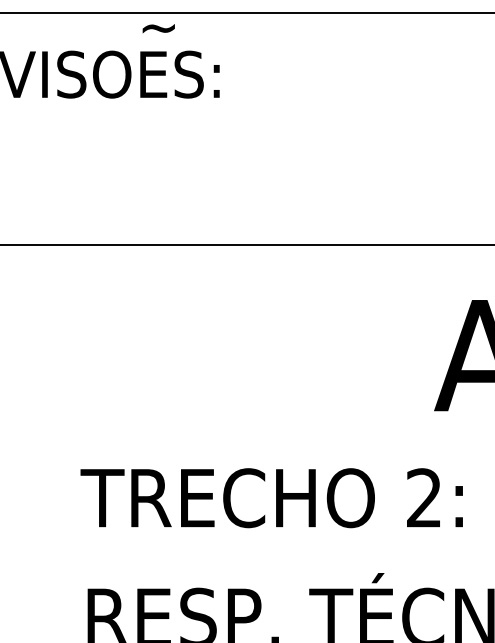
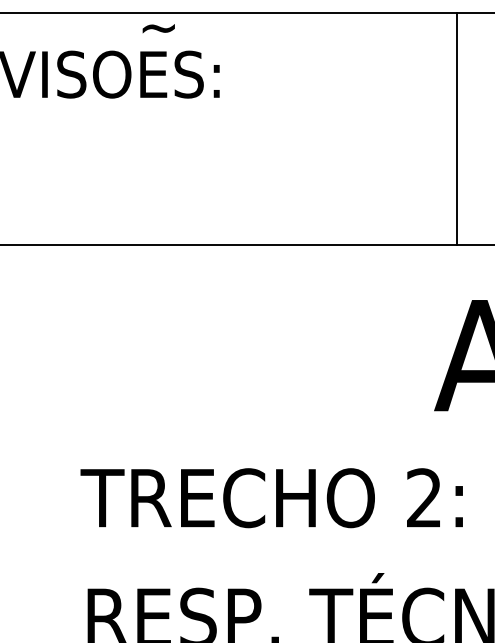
line at (457, 128): none -> present
